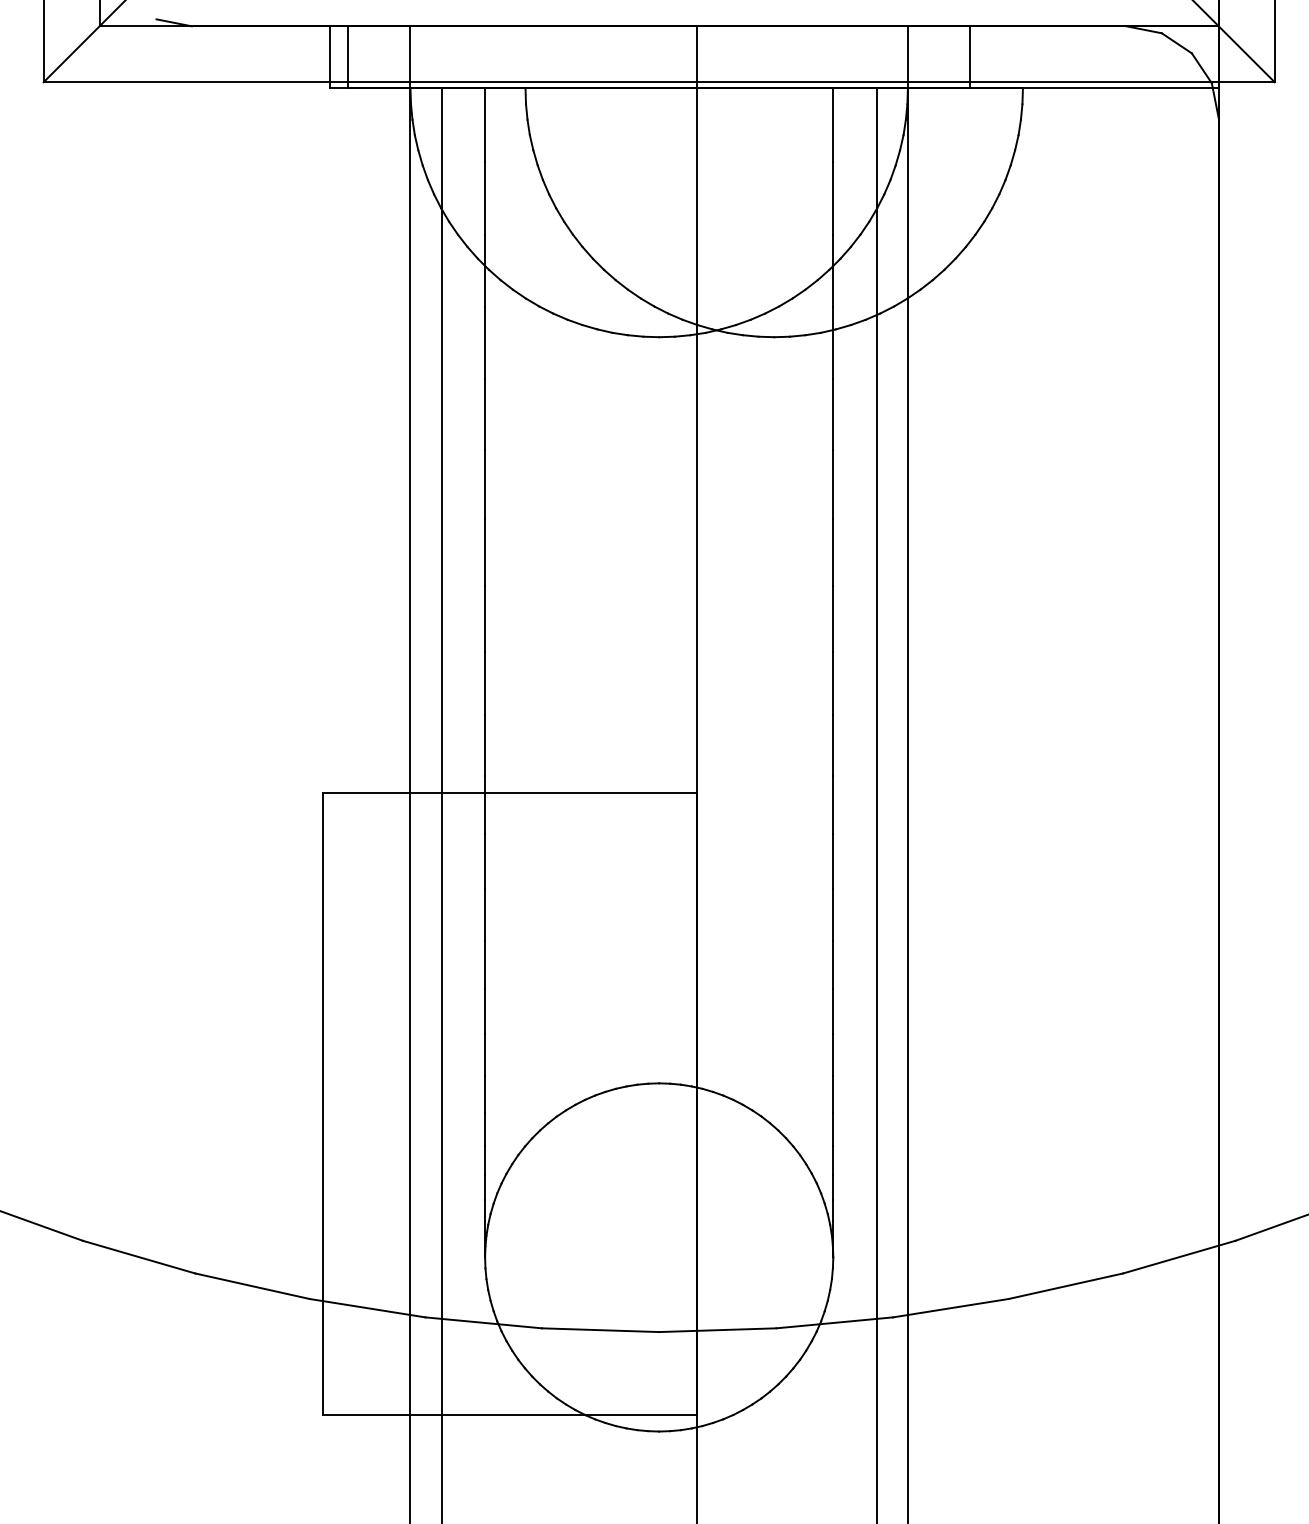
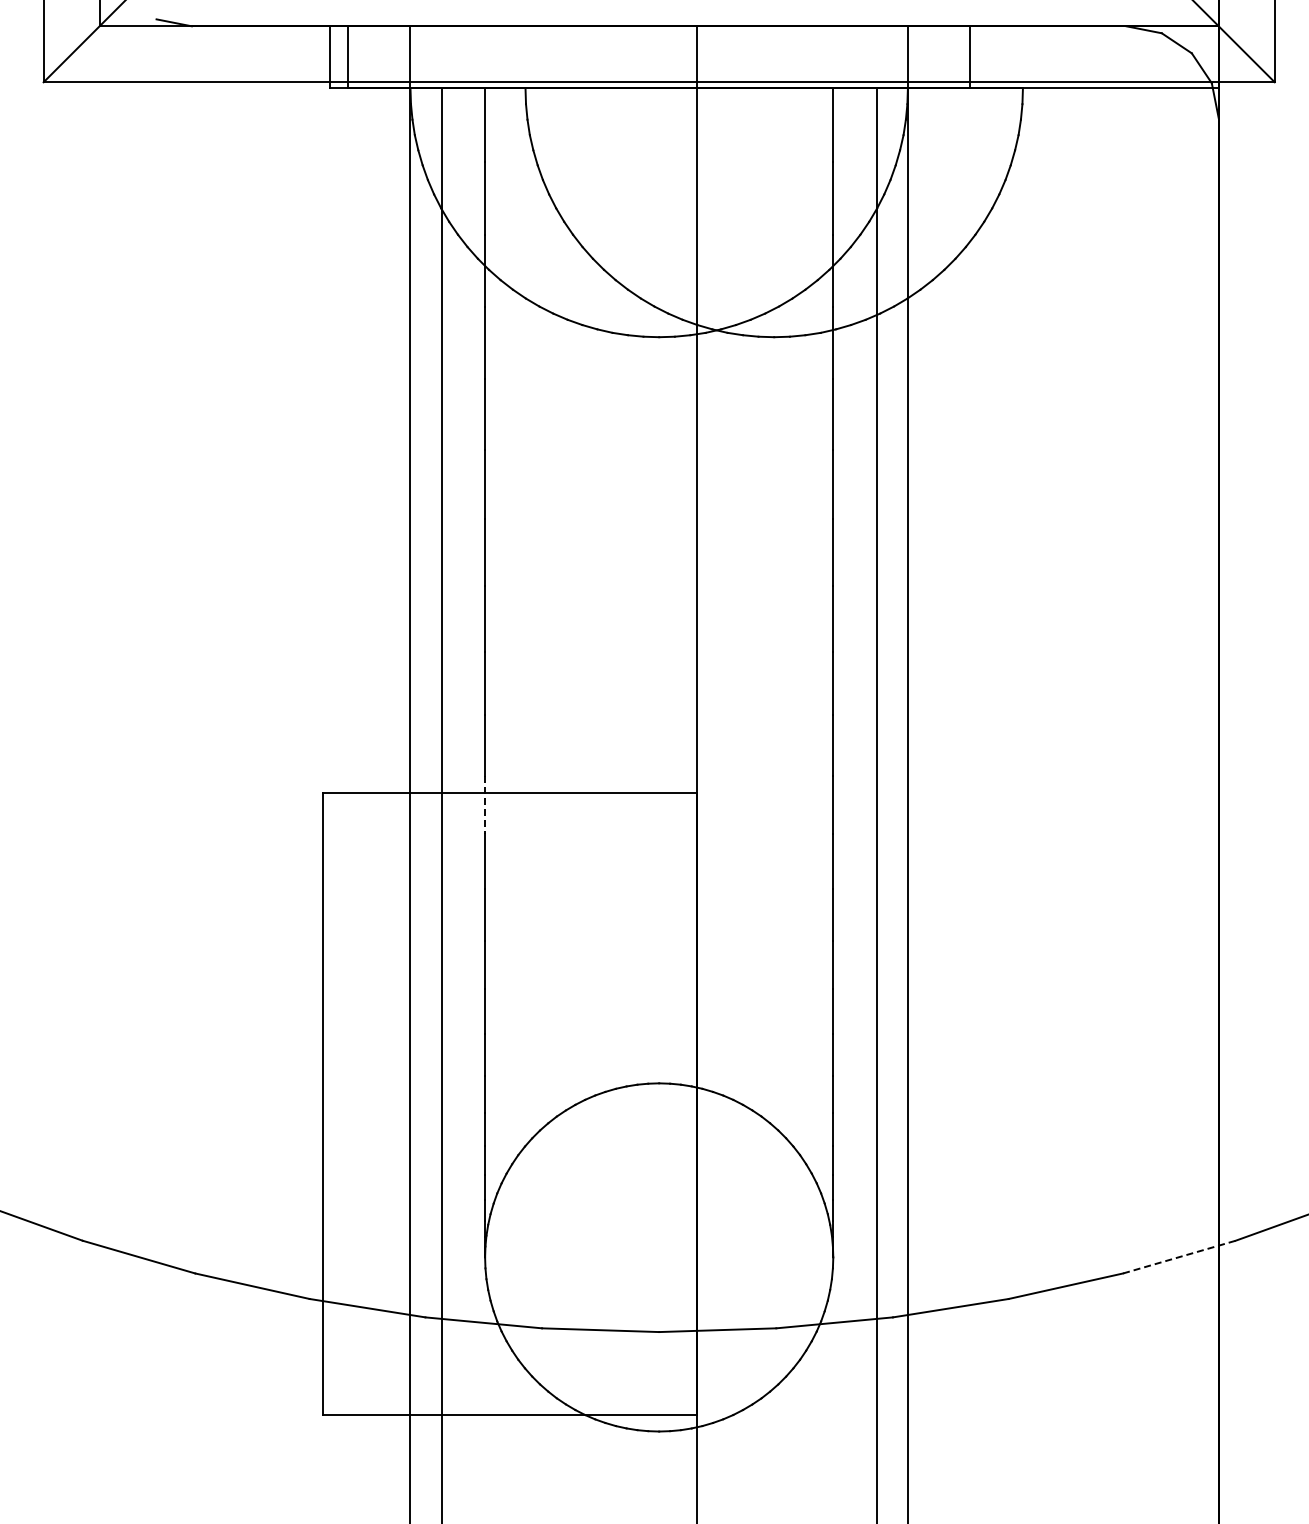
line at (485, 805): solid -> dashed
line at (1179, 1257): solid -> dashed
